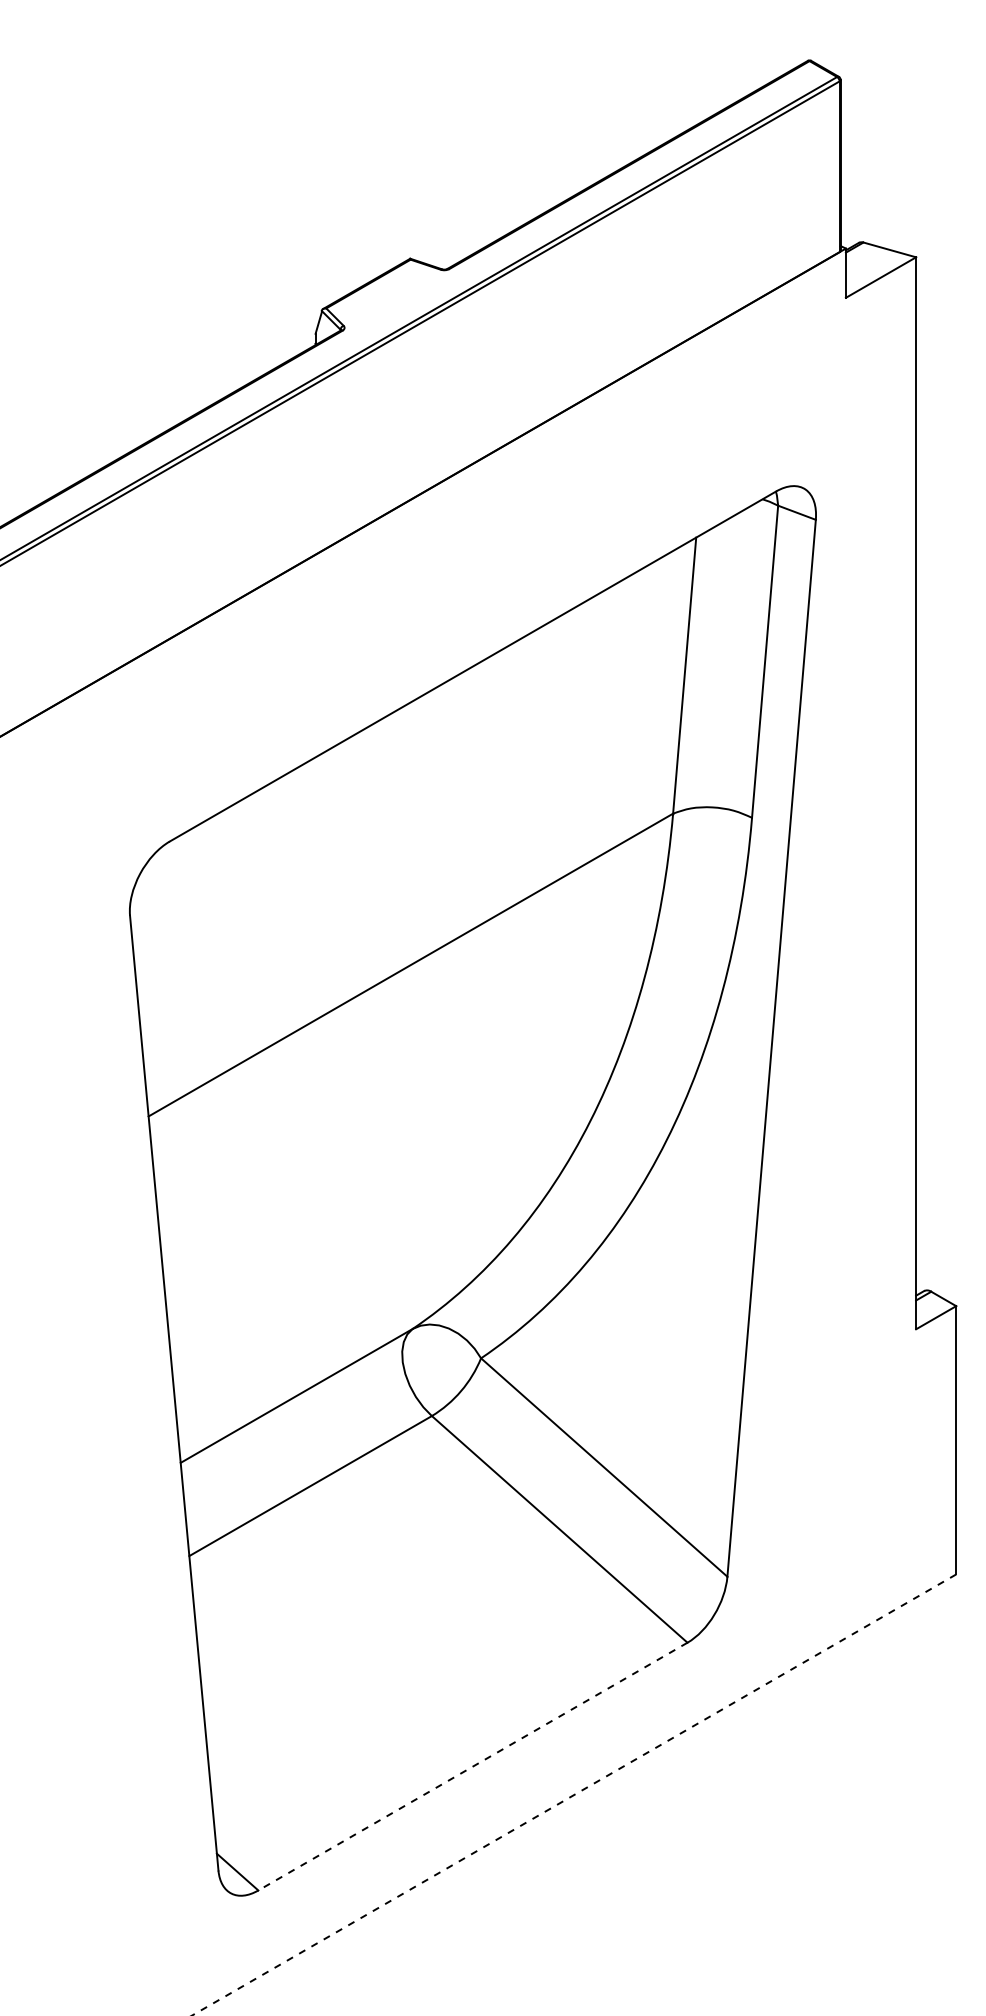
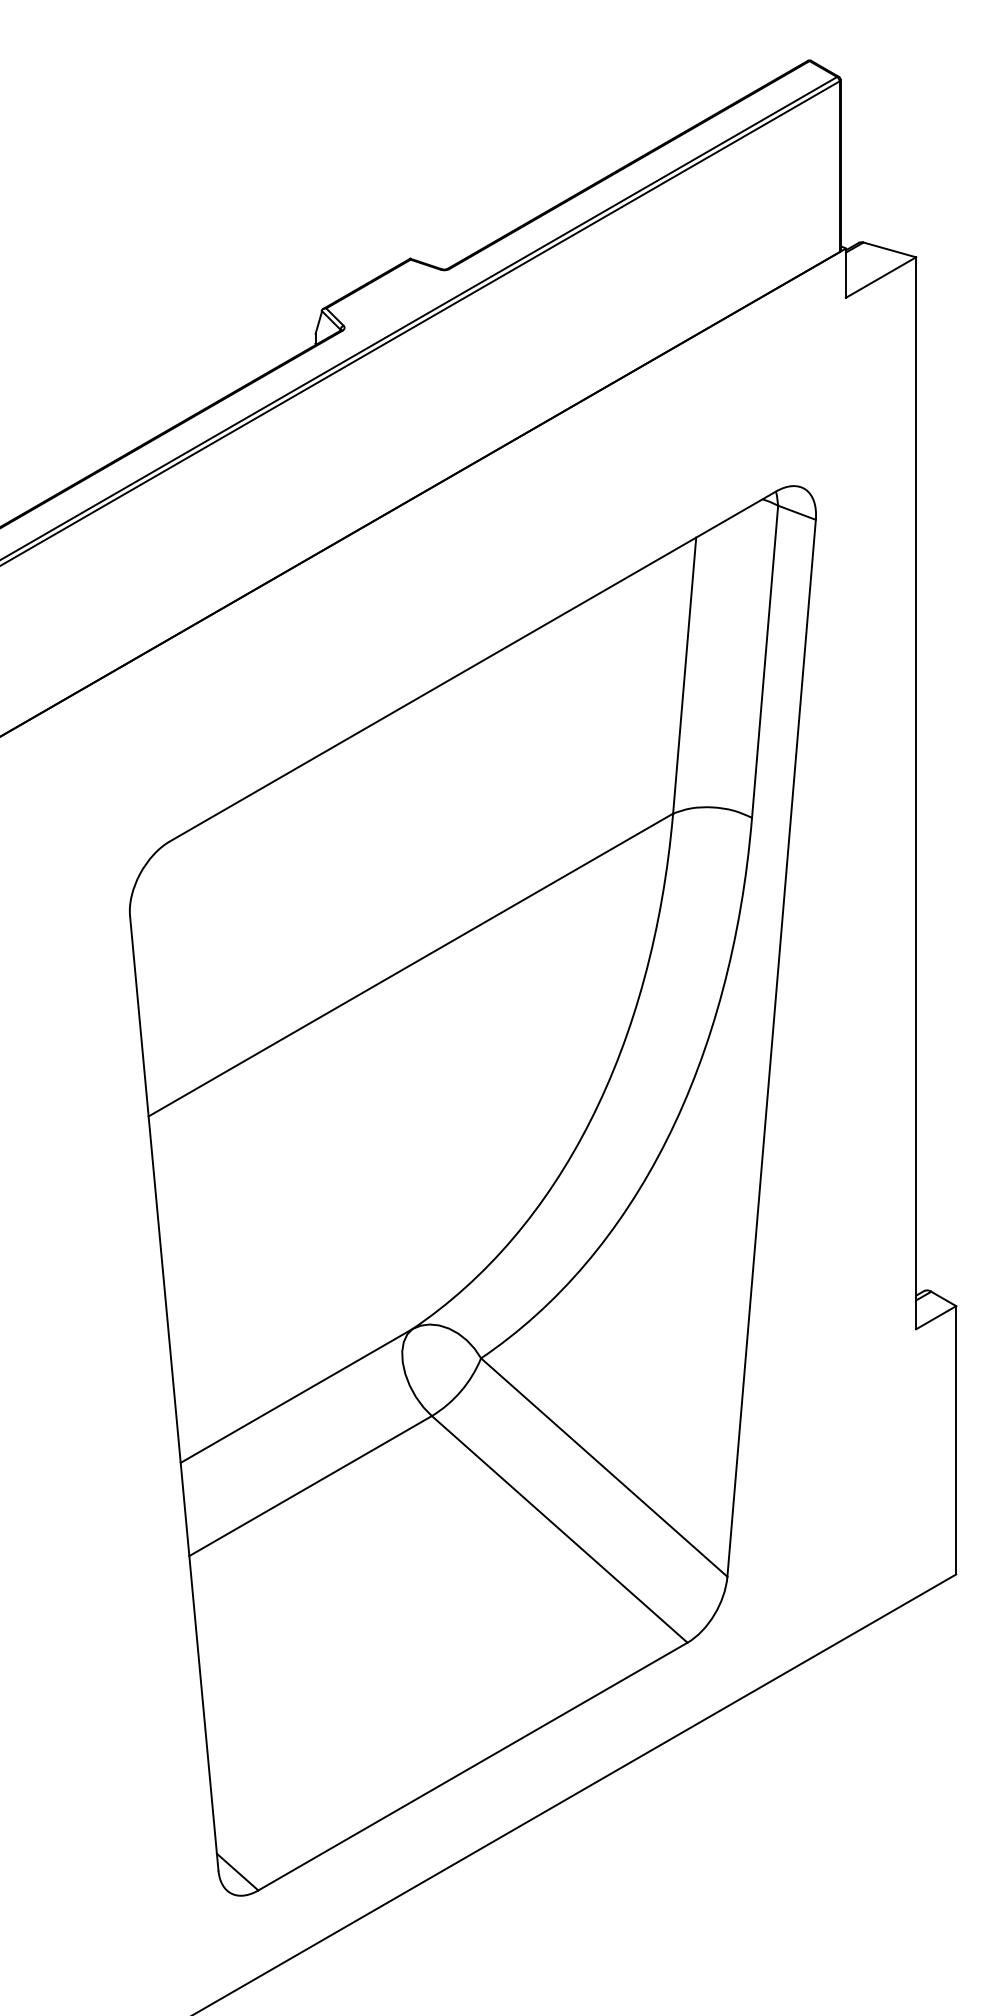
line at (472, 1766): dashed -> solid
line at (573, 1795): dashed -> solid
